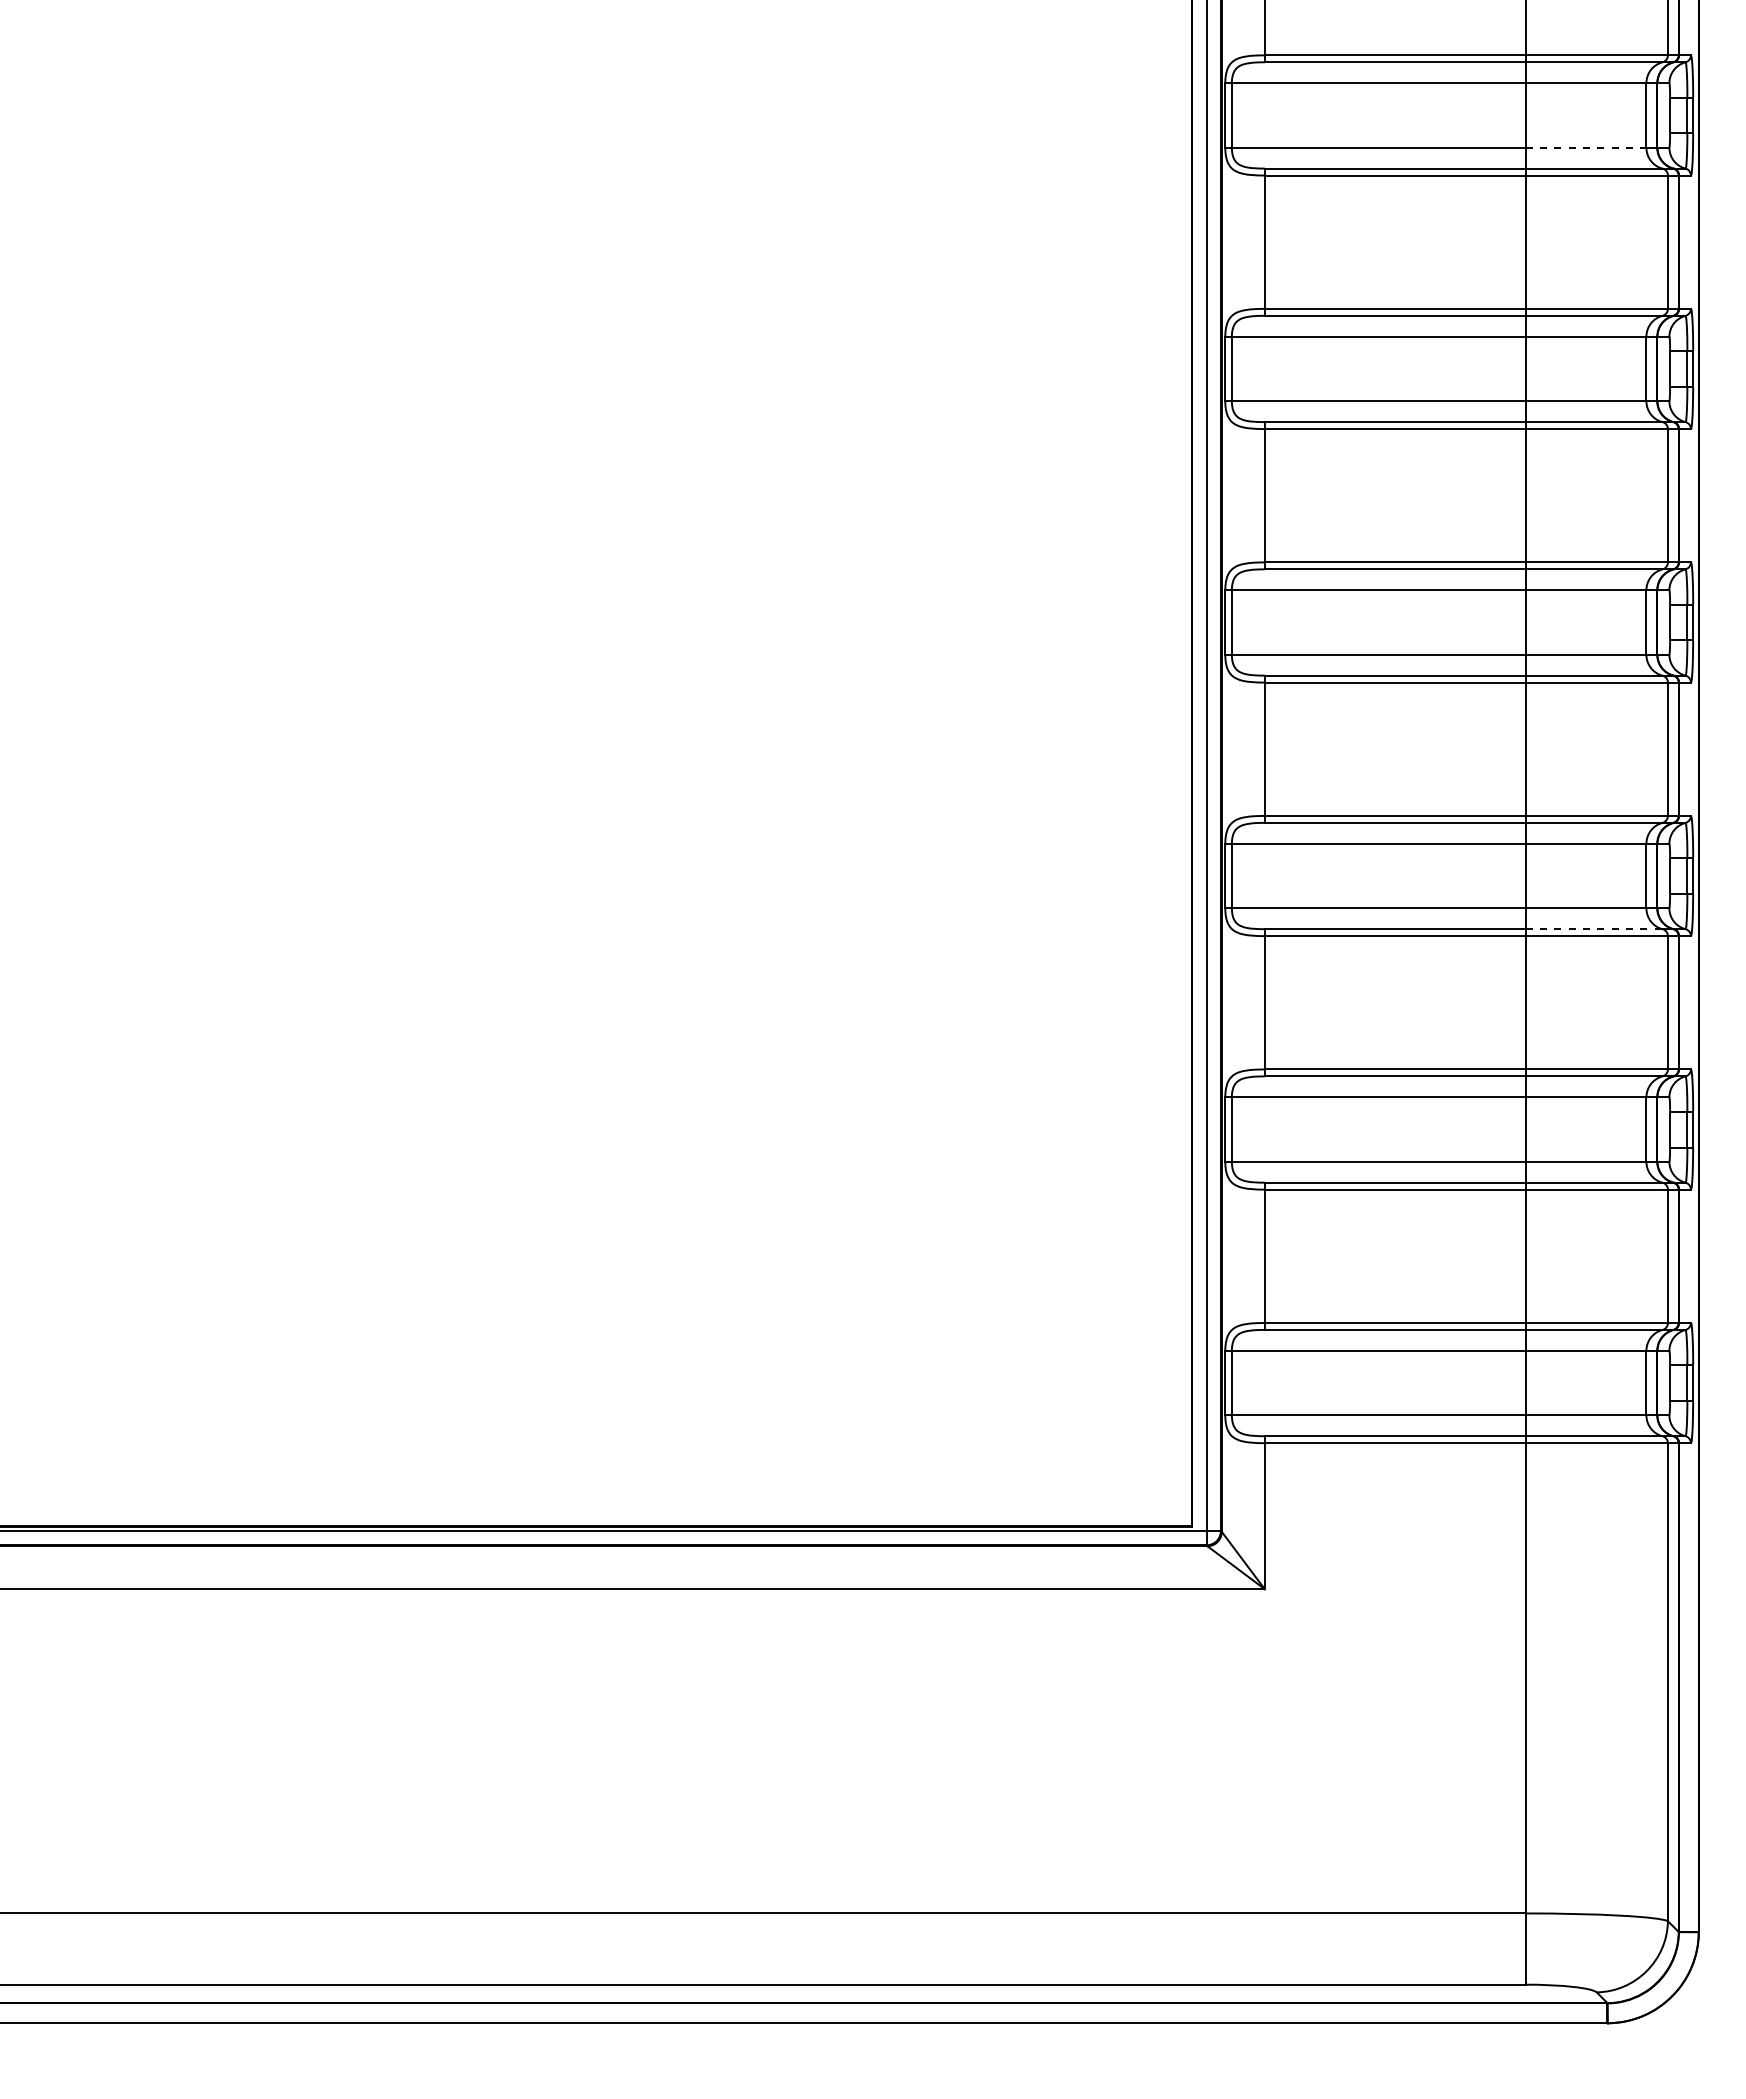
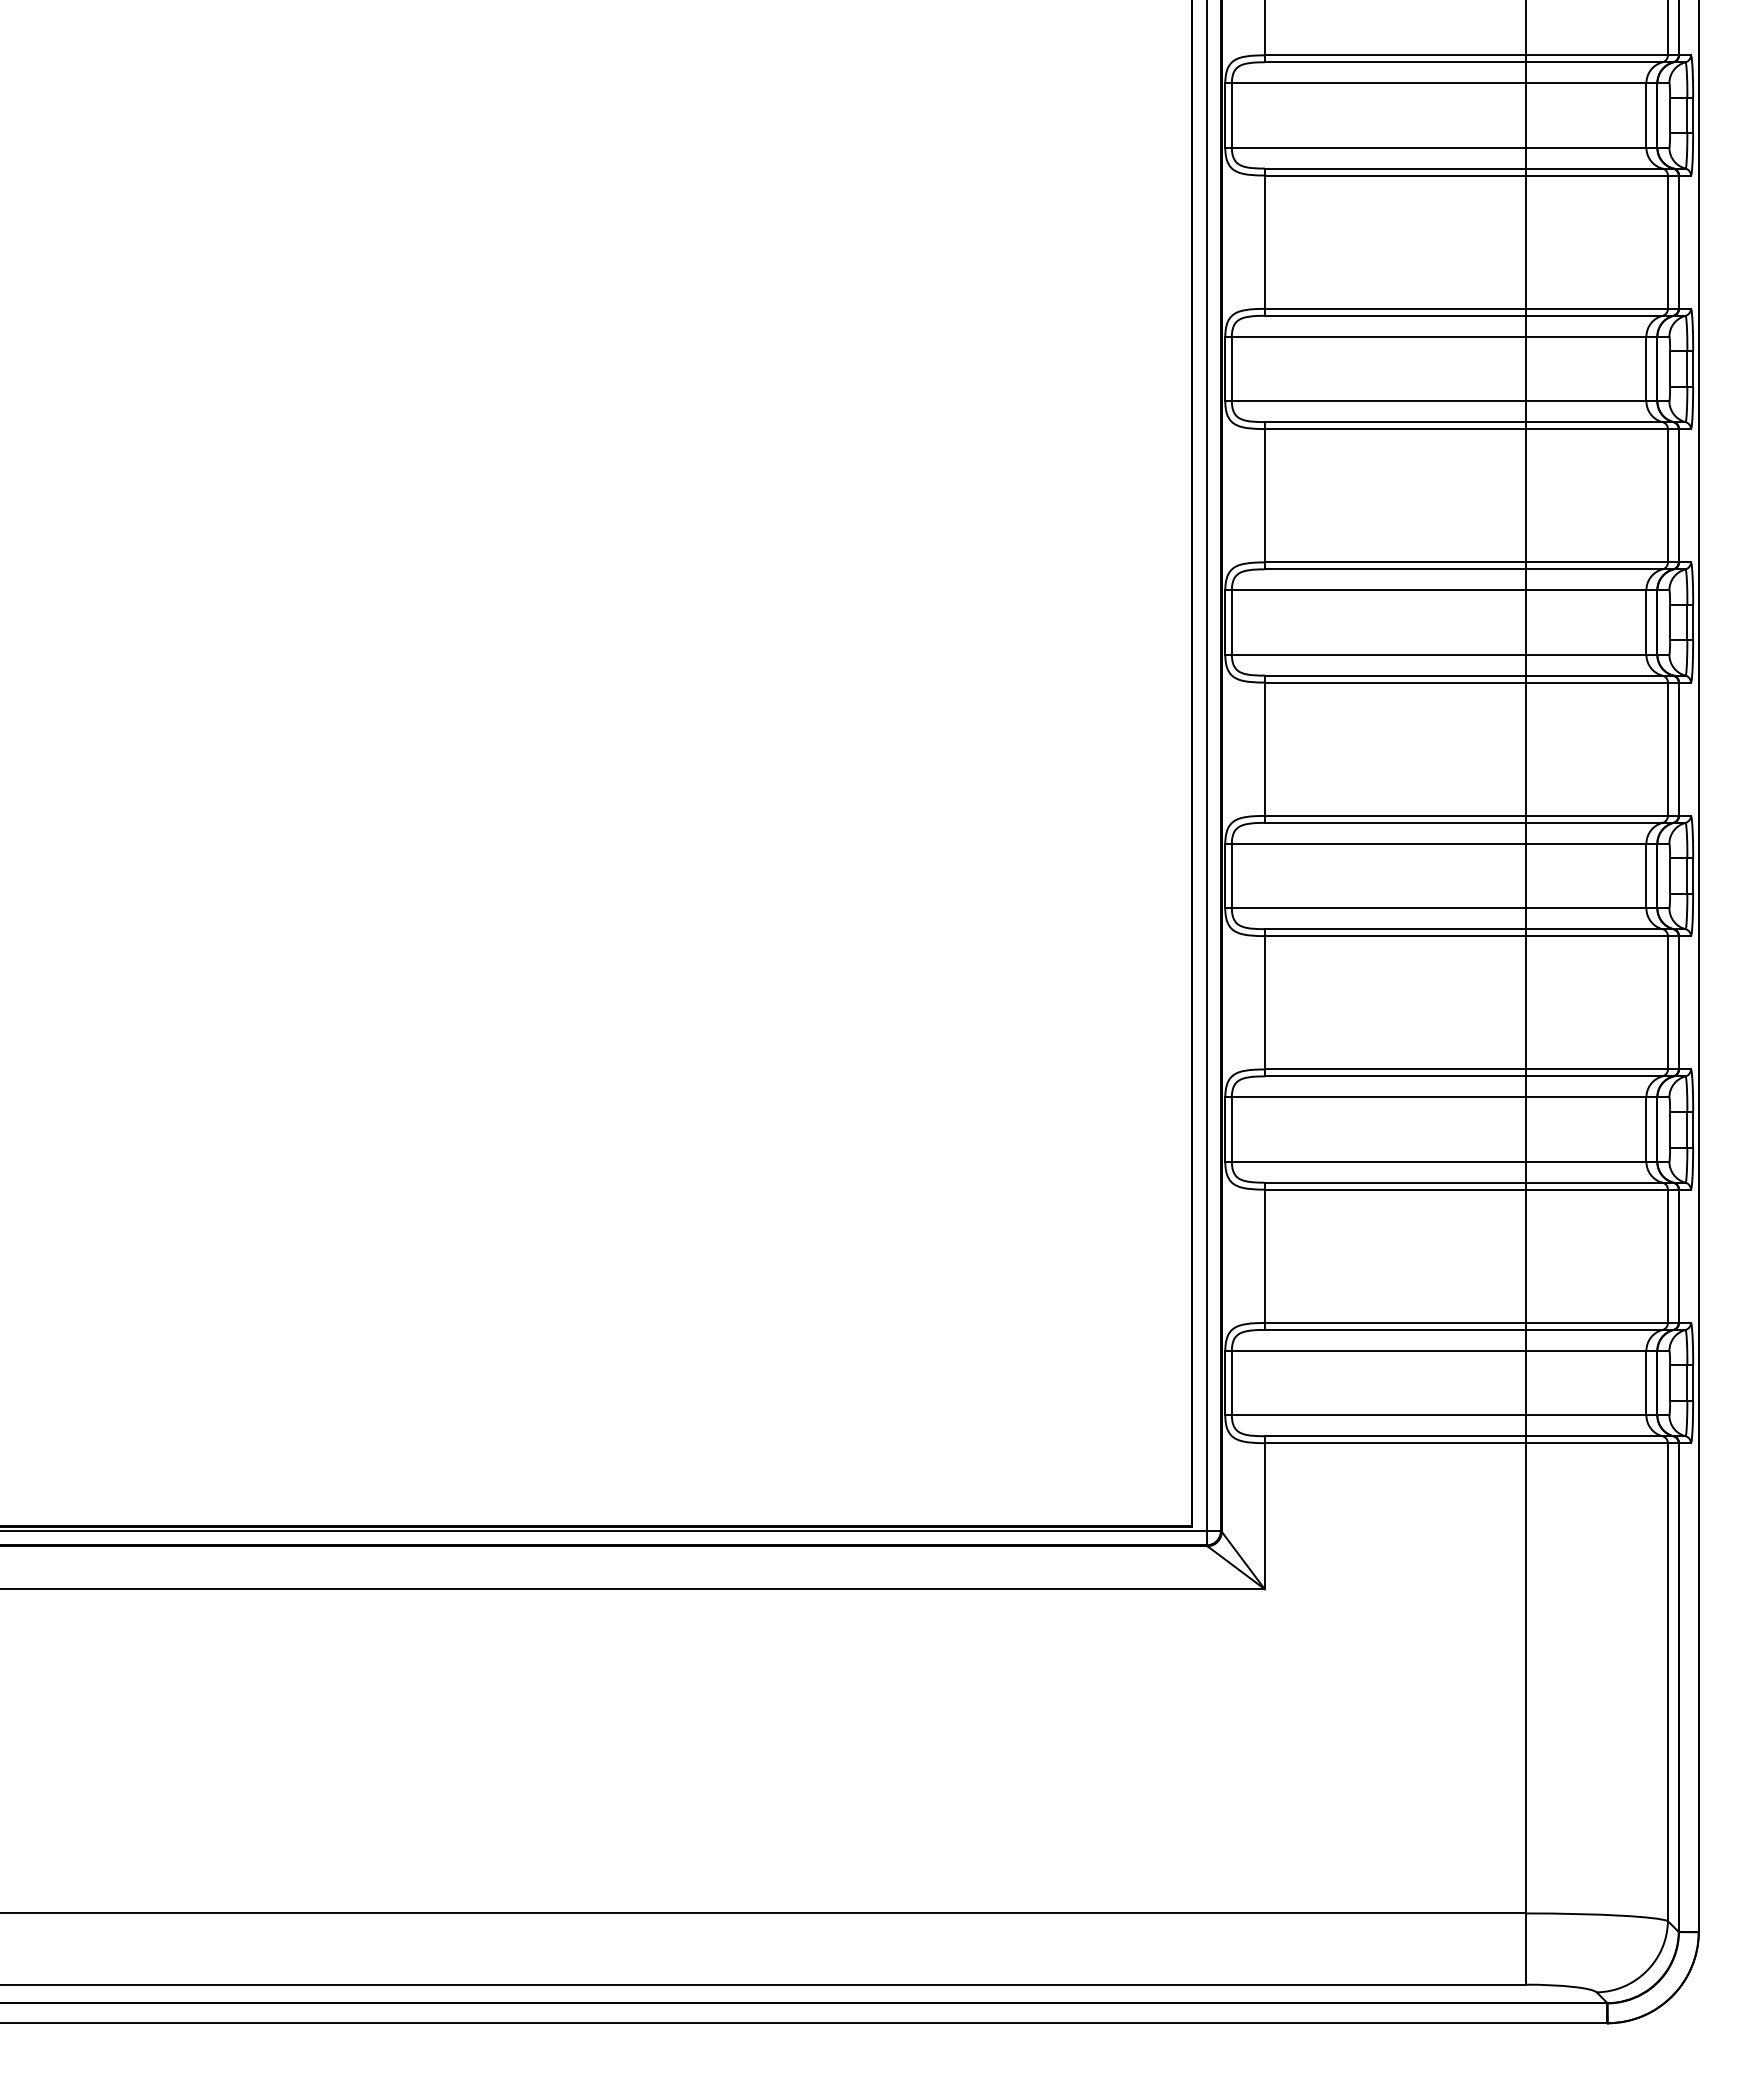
line at (1586, 147): dashed -> solid
line at (1594, 929): dashed -> solid
